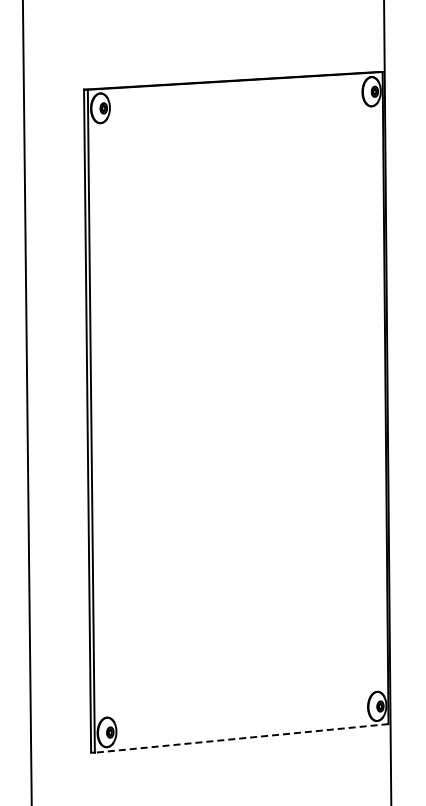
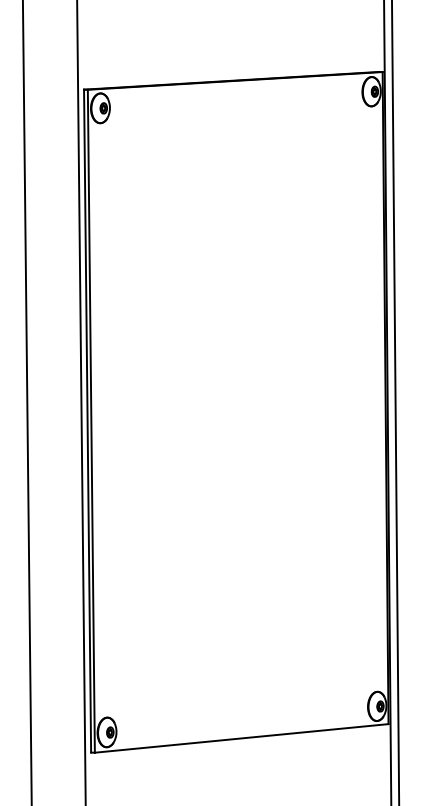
line at (81, 402): none -> present
line at (395, 402): none -> present
line at (241, 738): dashed -> solid
